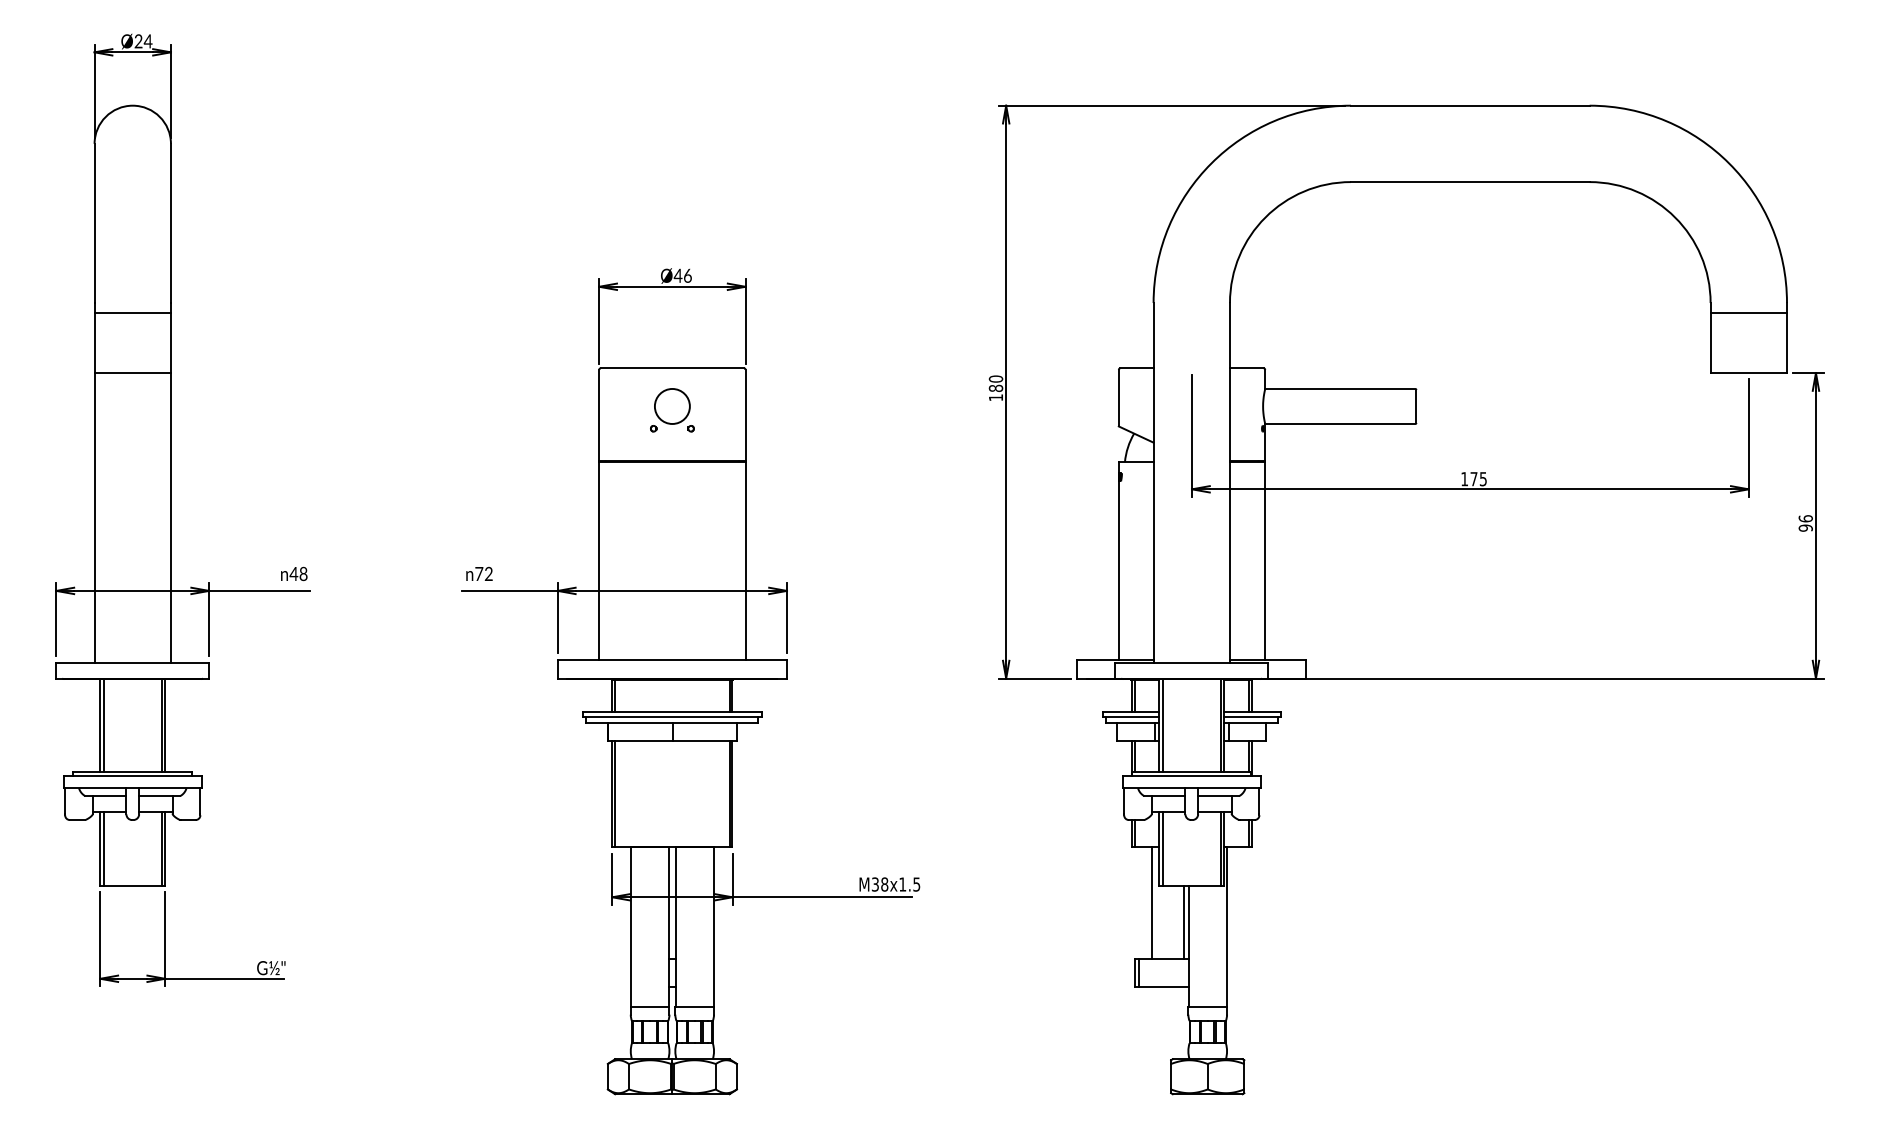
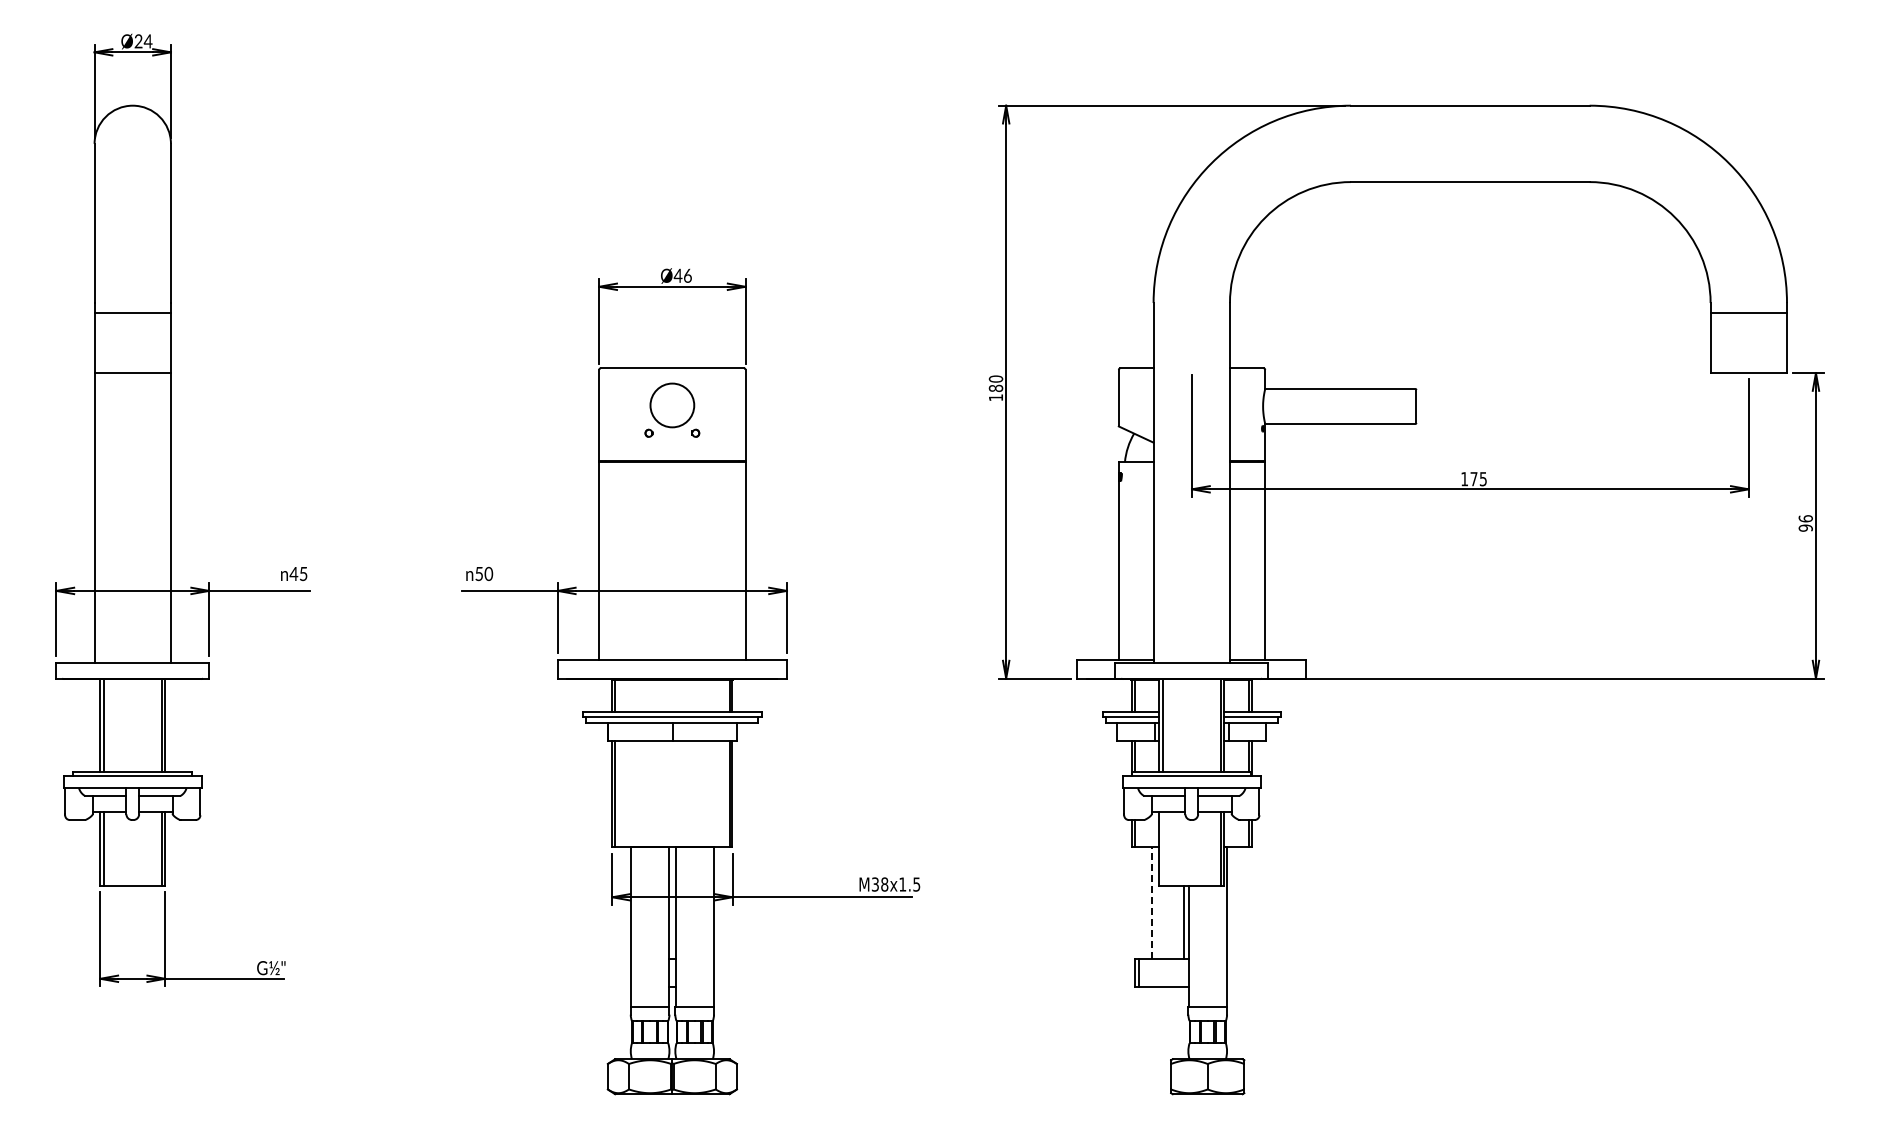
part at (672, 410) size: 45x45 px -> 57x56 px
text at (303, 573): 48 -> 45
text at (484, 574): 72 -> 50
line at (1163, 848): present -> none
line at (1152, 903): solid -> dashed
